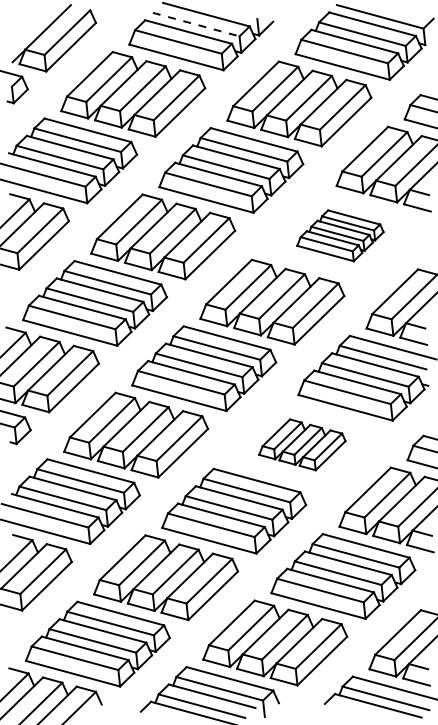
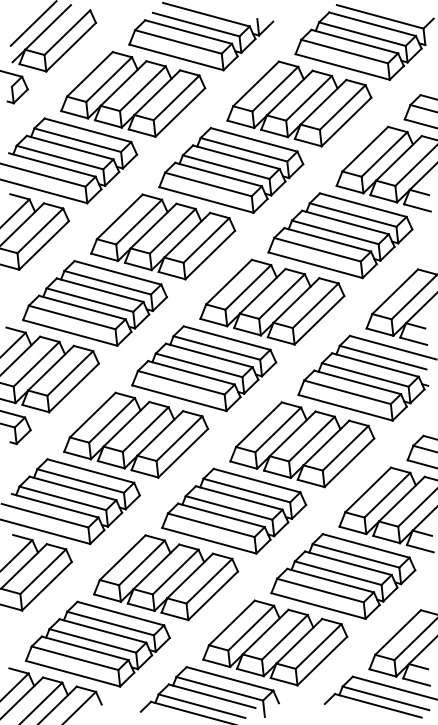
line at (32, 23): none -> present
line at (196, 24): dashed -> solid
part at (340, 235) size: 89x54 px -> 147x88 px
part at (302, 444) size: 89x54 px -> 147x88 px
